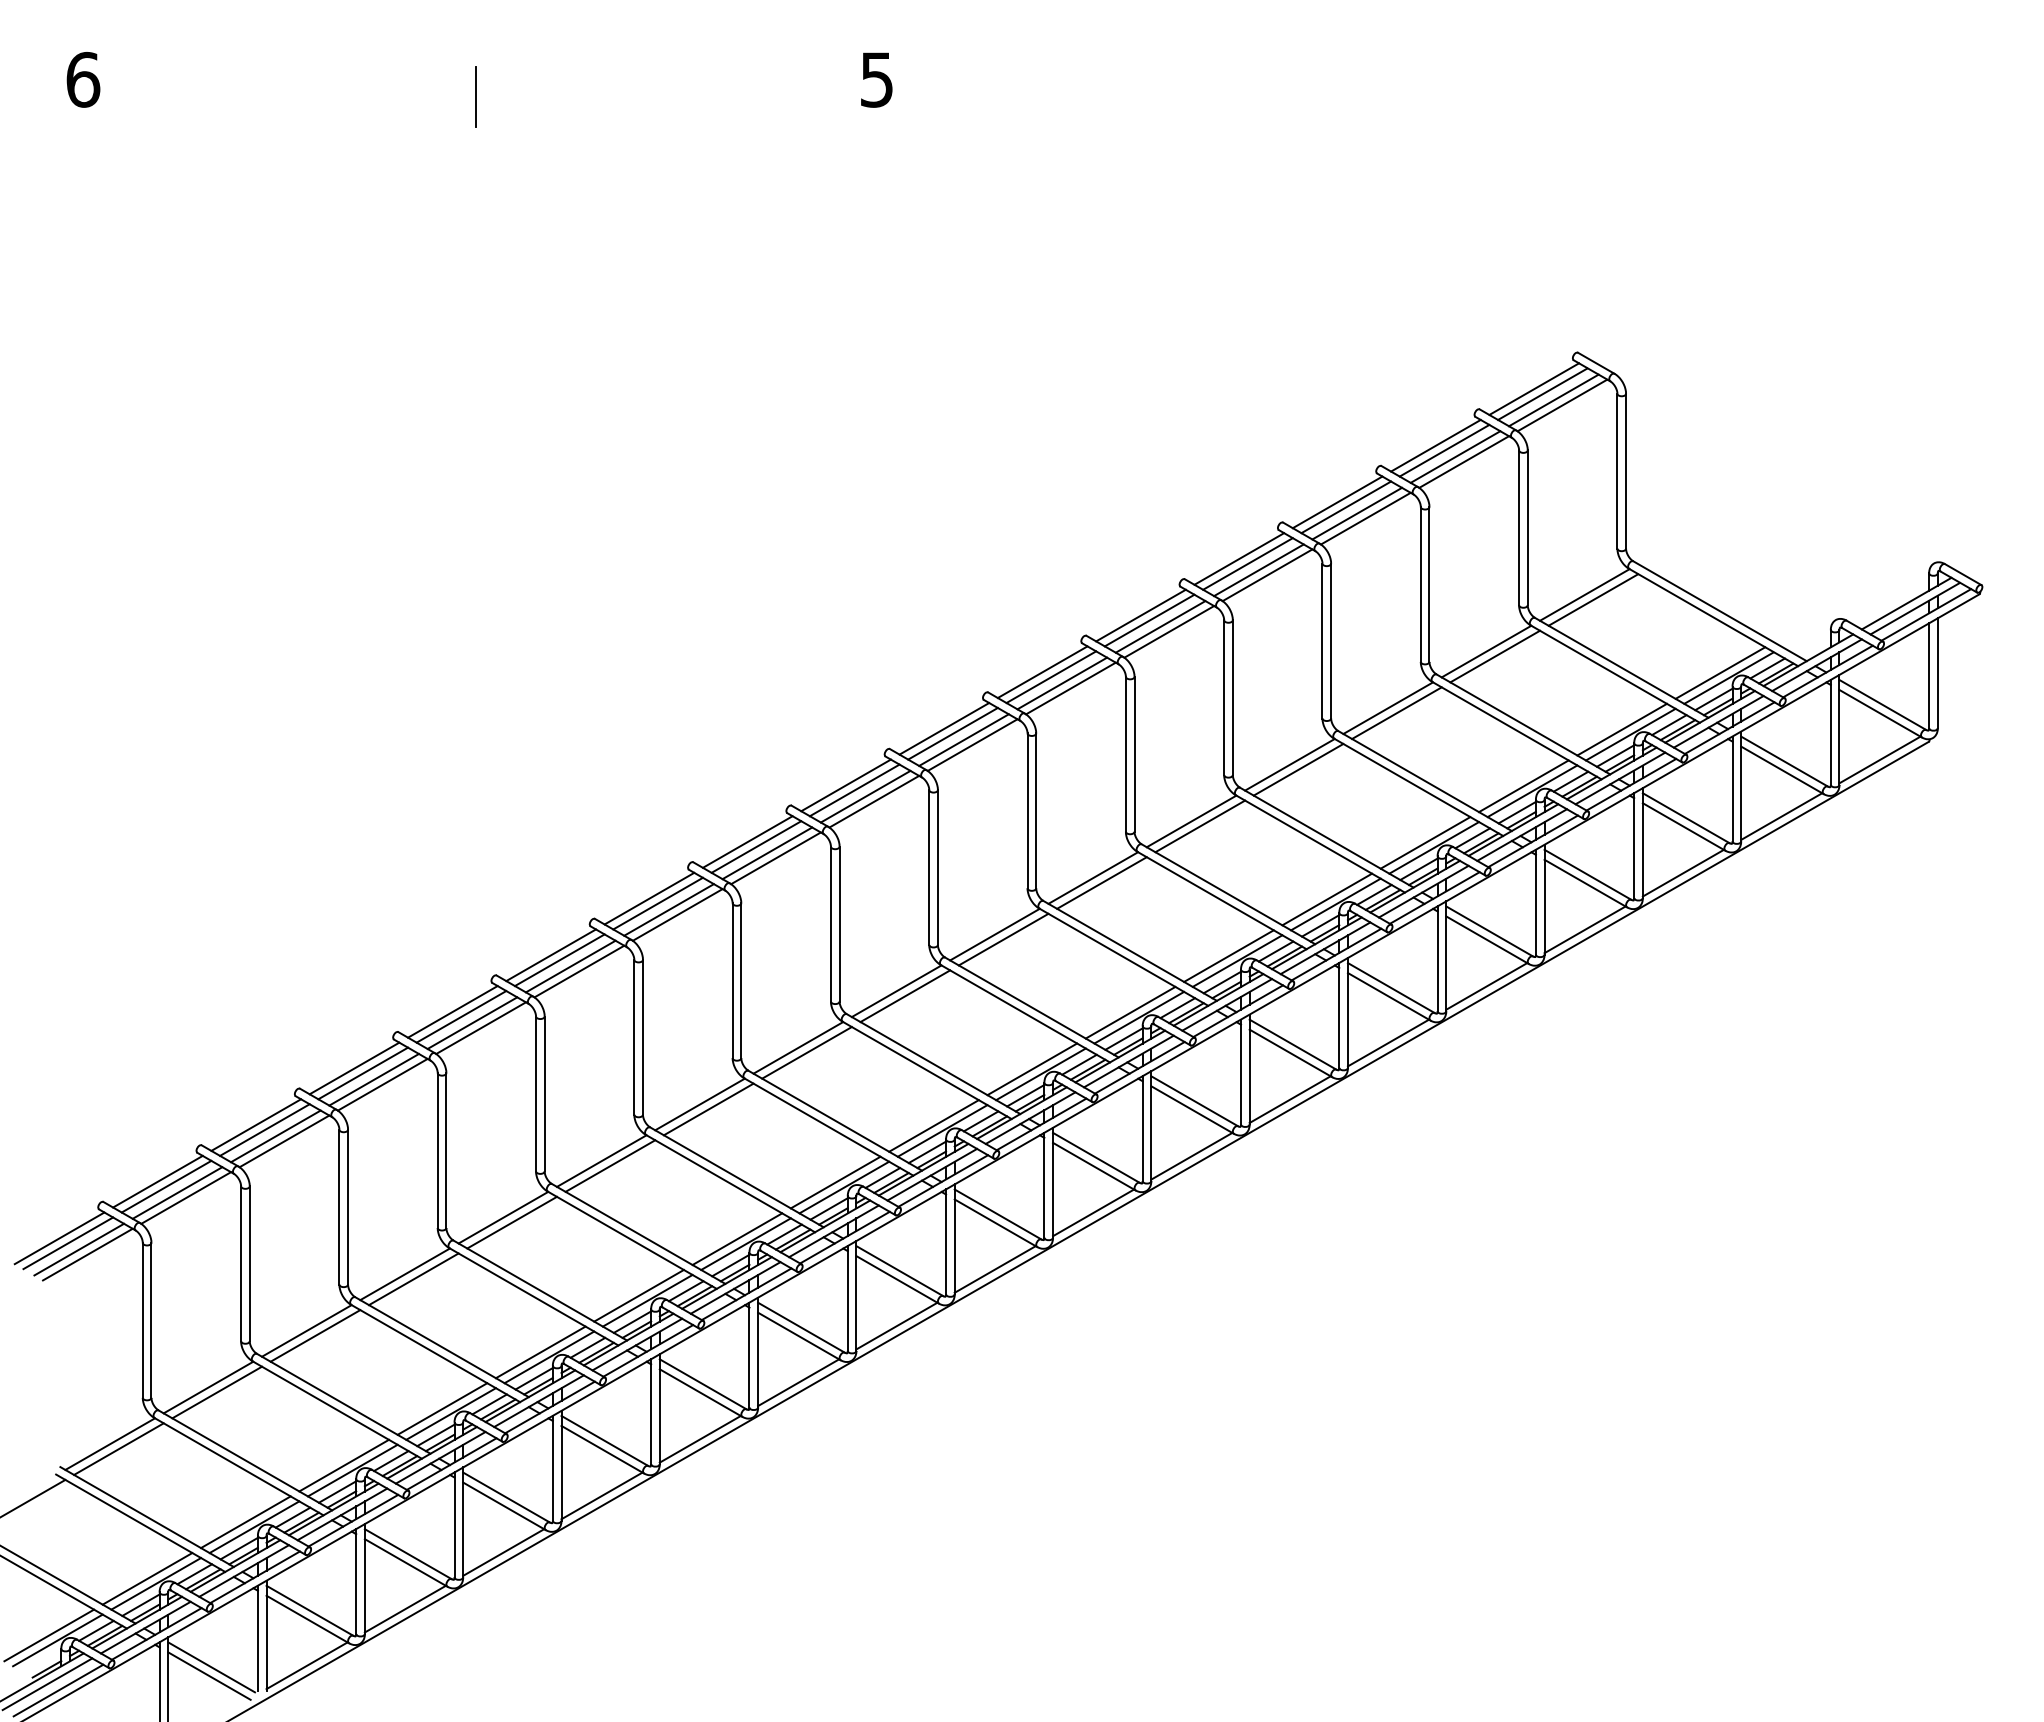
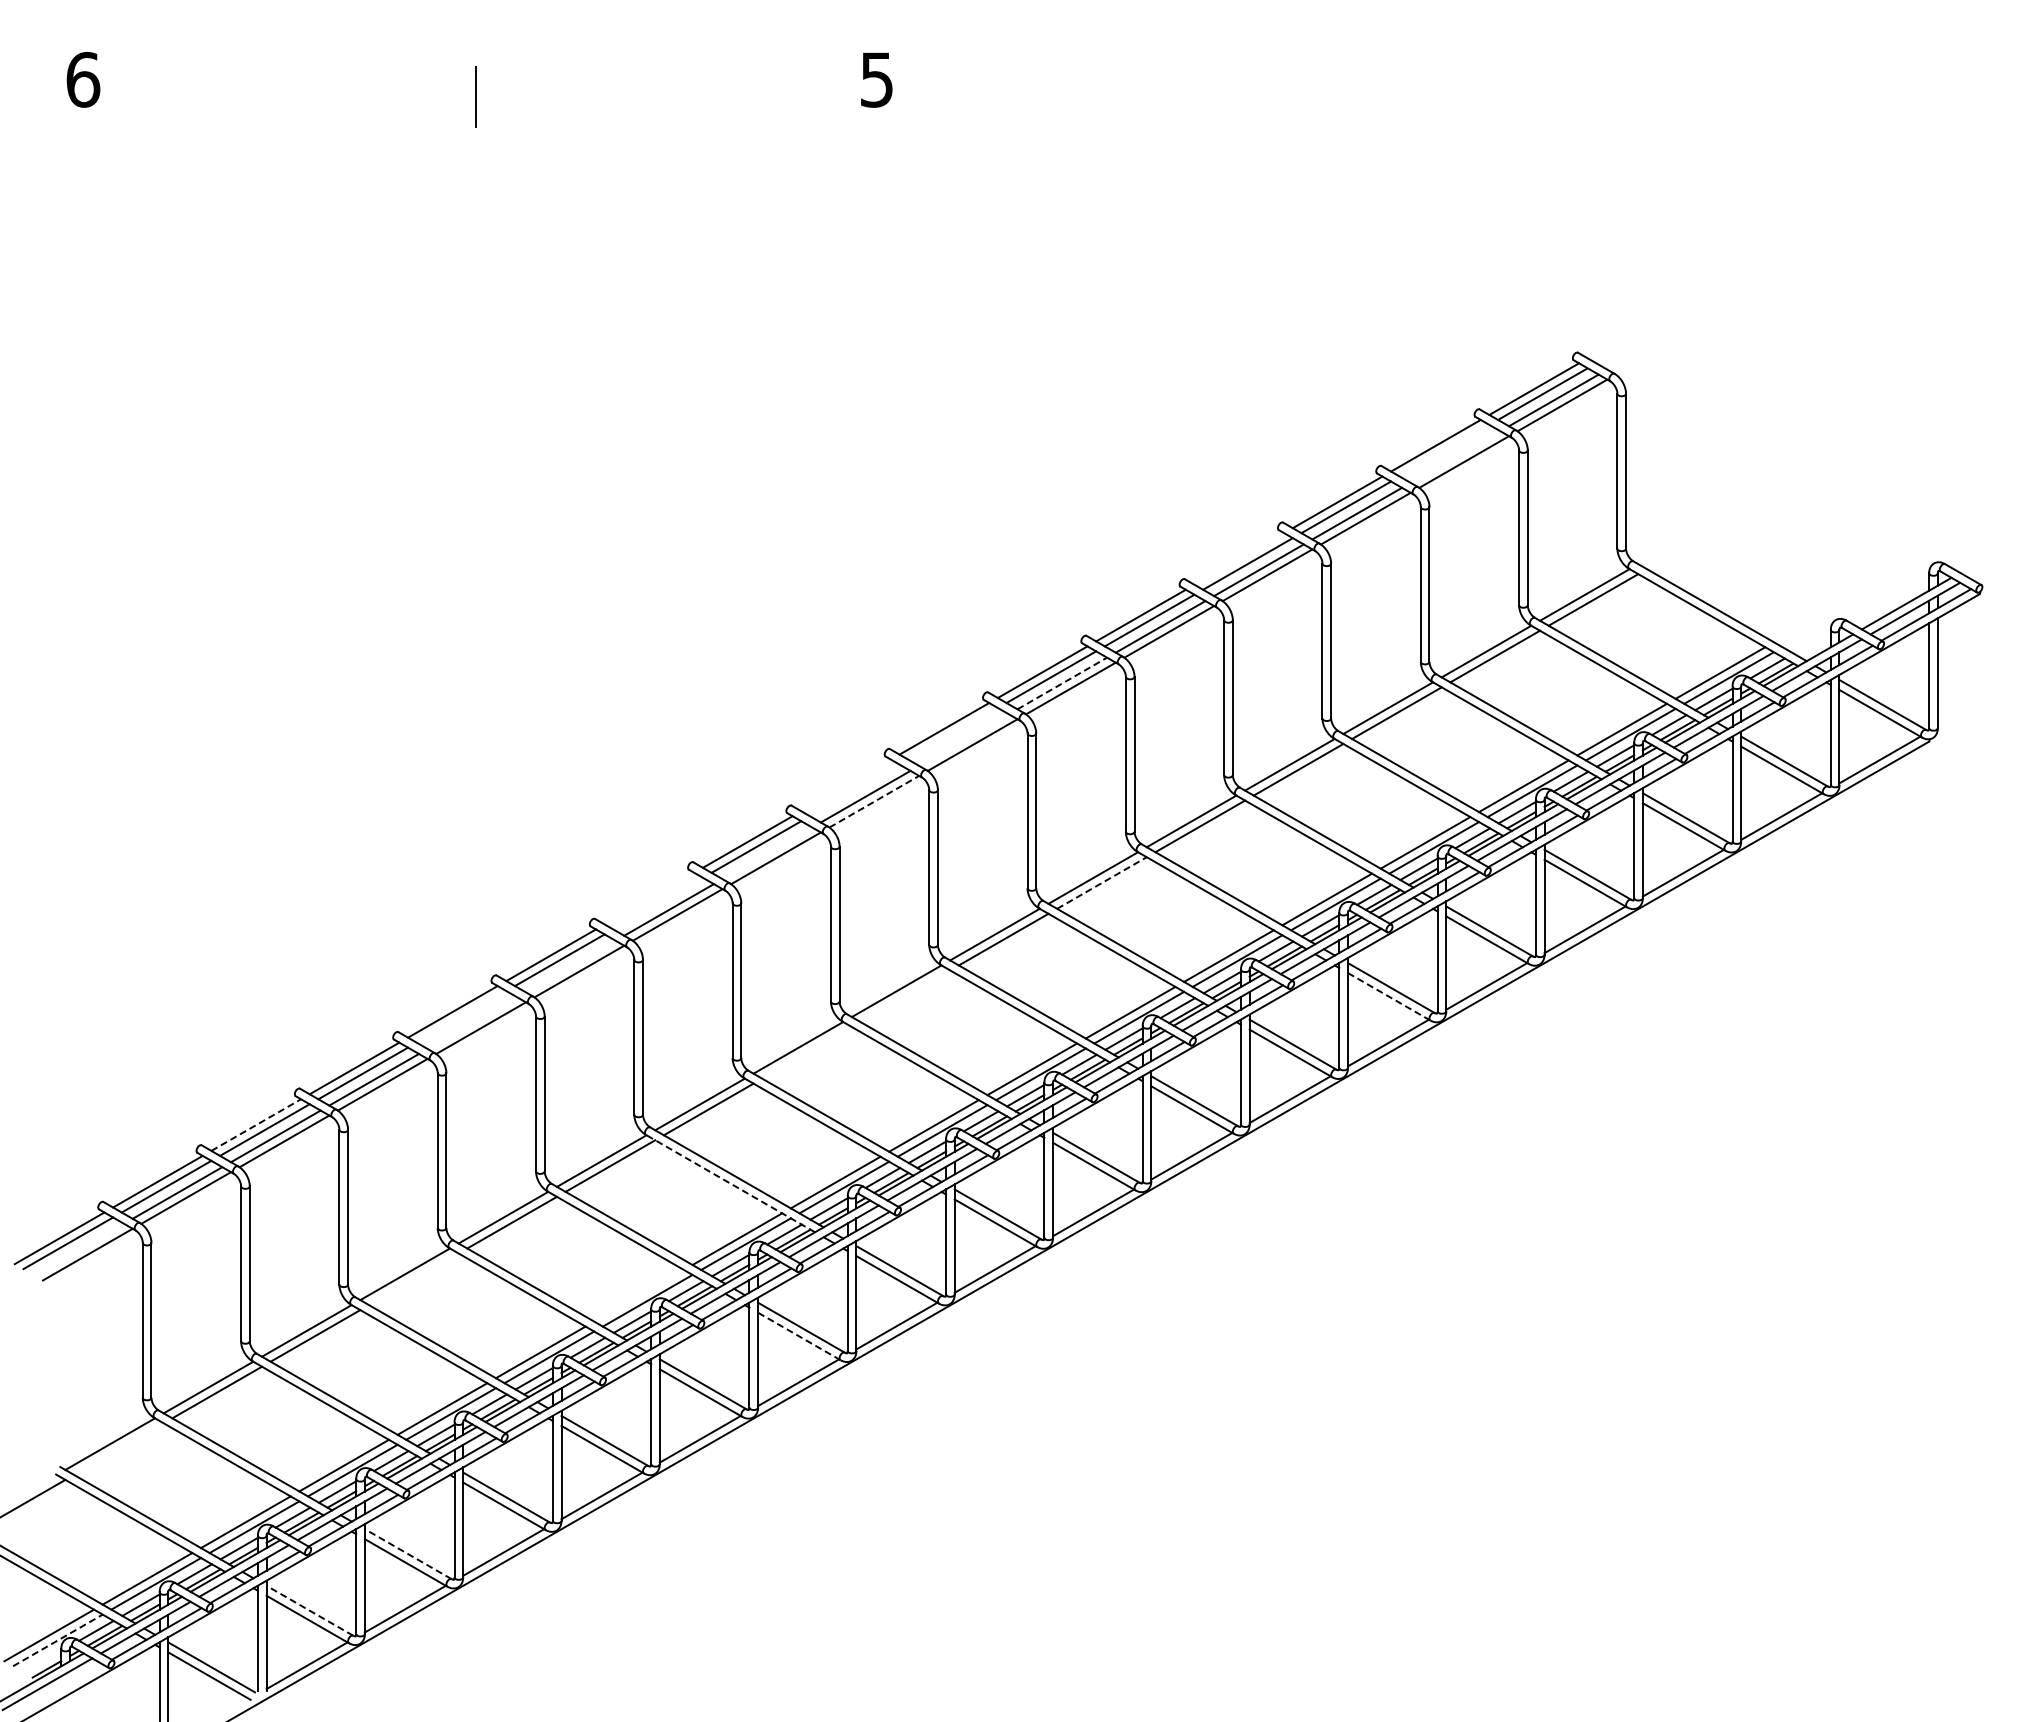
line at (1444, 450): present -> none
line at (1455, 456): present -> none
line at (1239, 558): present -> none
line at (1062, 683): solid -> dashed
line at (952, 733): present -> none
line at (963, 739): present -> none
line at (845, 785): present -> none
line at (854, 790): present -> none
line at (874, 801): solid -> dashed
line at (767, 853): present -> none
line at (1101, 883): solid -> dashed
line at (649, 898): present -> none
line at (657, 903): present -> none
line at (570, 966): present -> none
line at (905, 996): present -> none
line at (1389, 996): solid -> dashed
line at (461, 1016): present -> none
line at (472, 1022): present -> none
line at (806, 1052): present -> none
line at (256, 1125): solid -> dashed
line at (730, 1183): solid -> dashed
line at (79, 1249): present -> none
line at (413, 1279): present -> none
line at (638, 1295): present -> none
line at (799, 1336): solid -> dashed
line at (118, 1448): present -> none
line at (407, 1553): solid -> dashed
line at (309, 1610): solid -> dashed
line at (57, 1640): solid -> dashed
line at (58, 1690): present -> none
